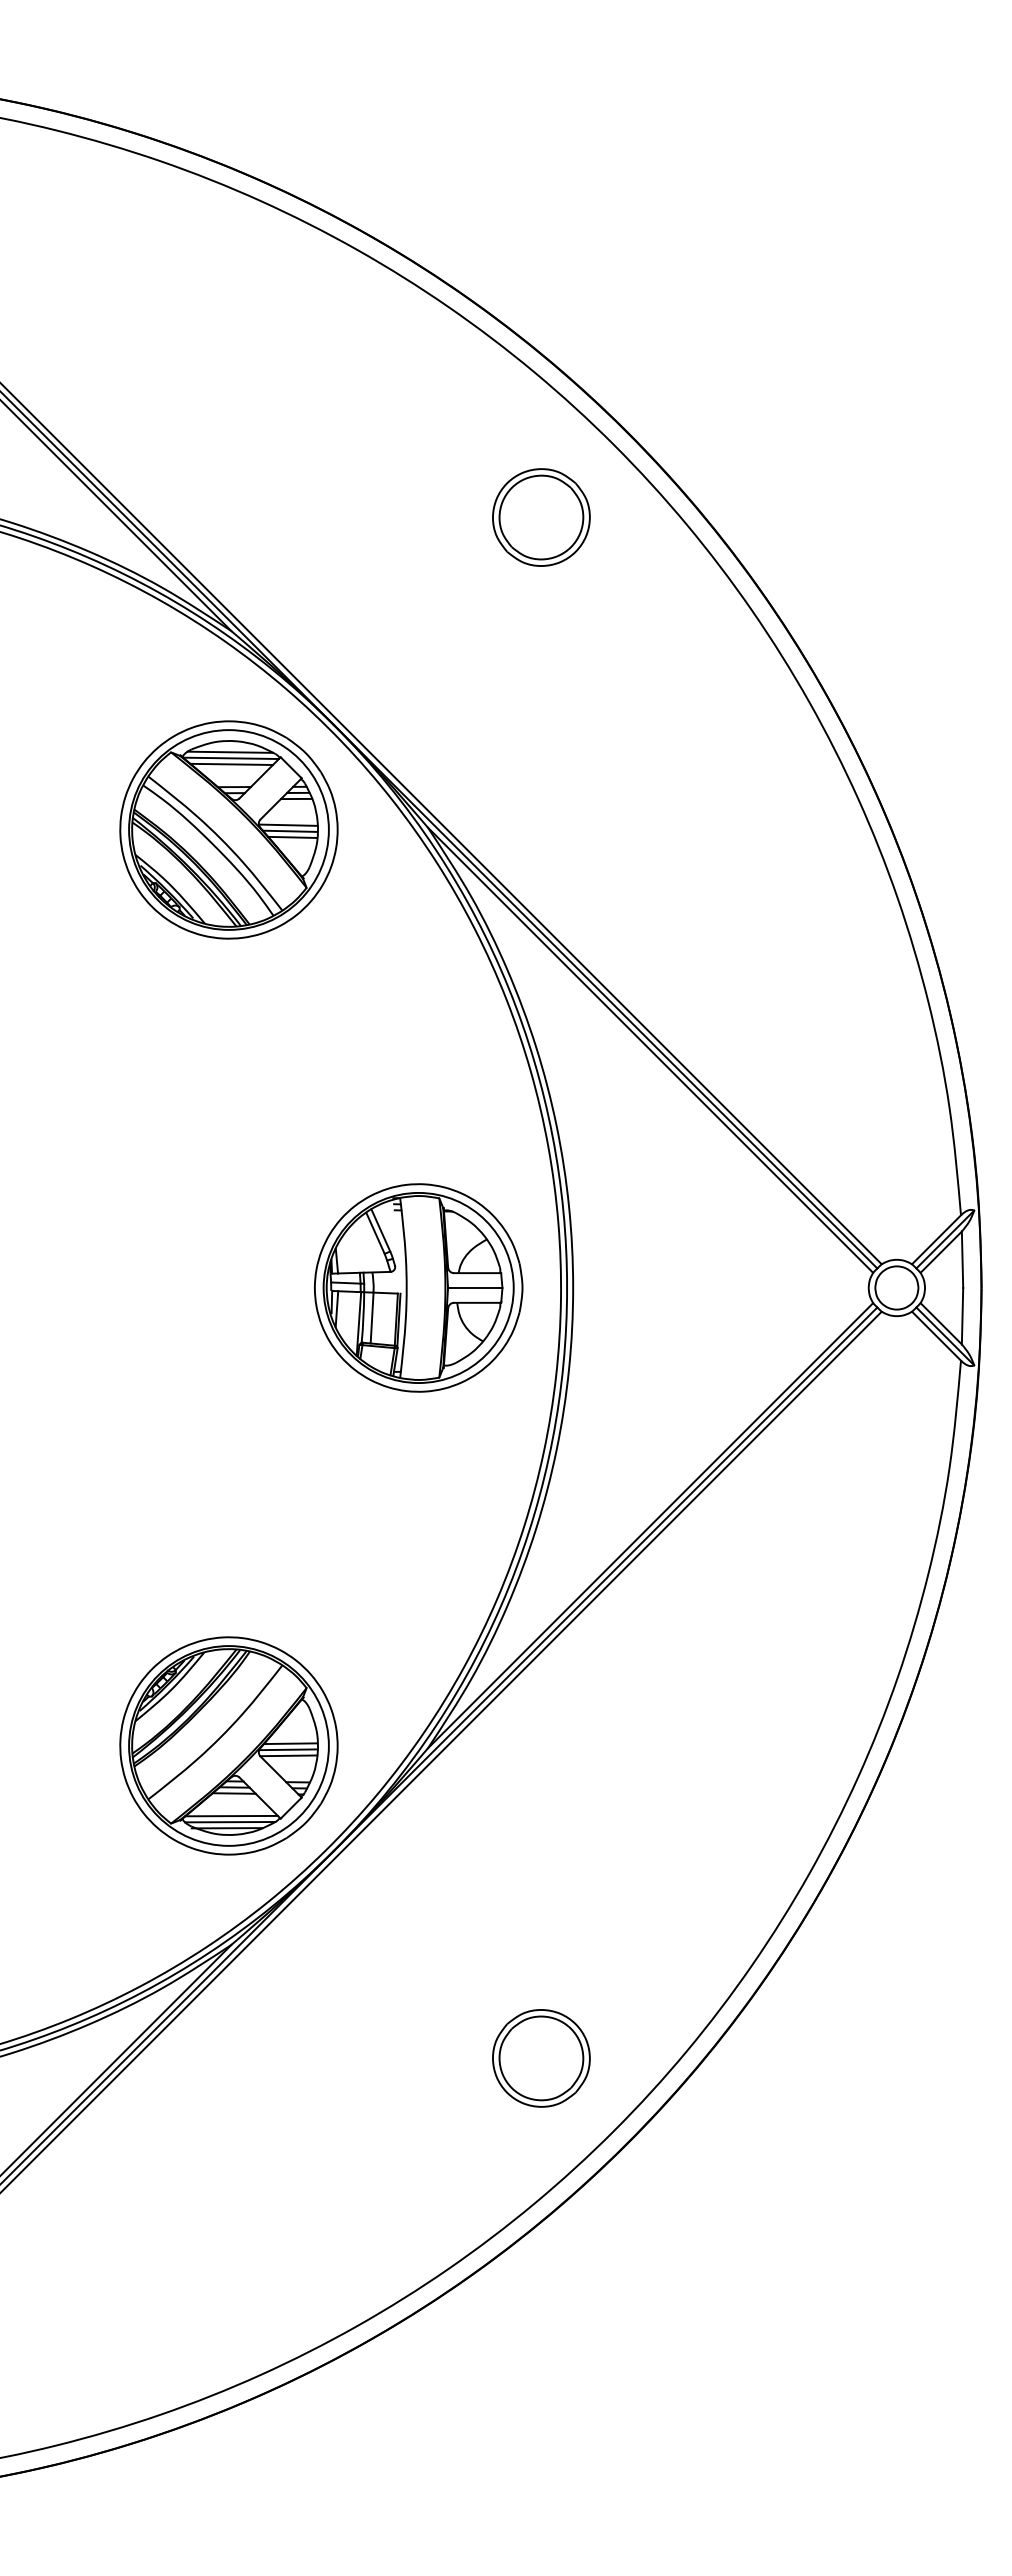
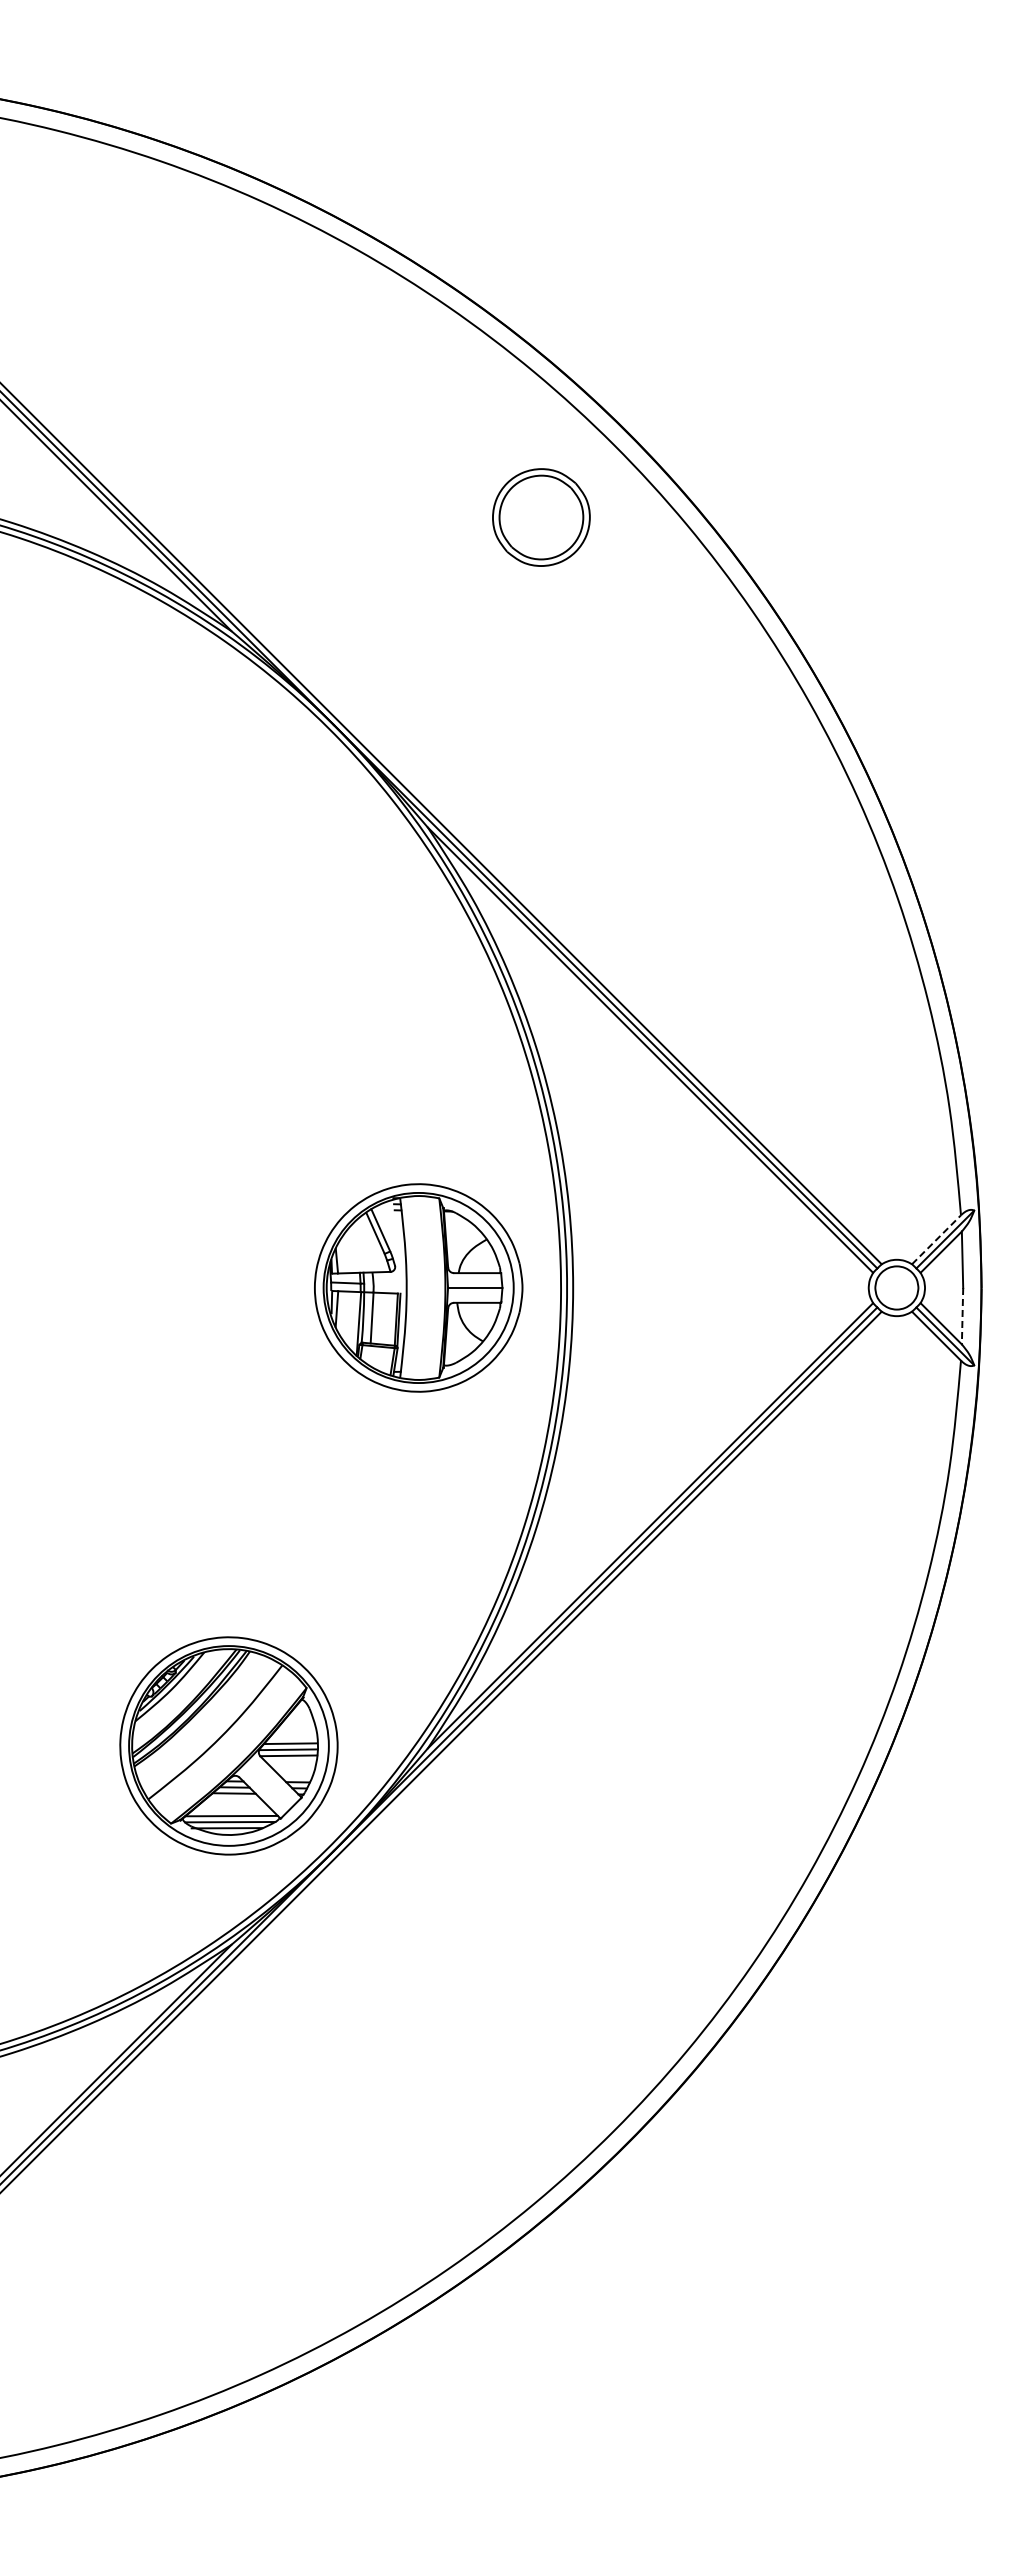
part at (228, 829): present -> none
line at (936, 1239): solid -> dashed
line at (962, 1316): solid -> dashed
part at (541, 2058): present -> none
